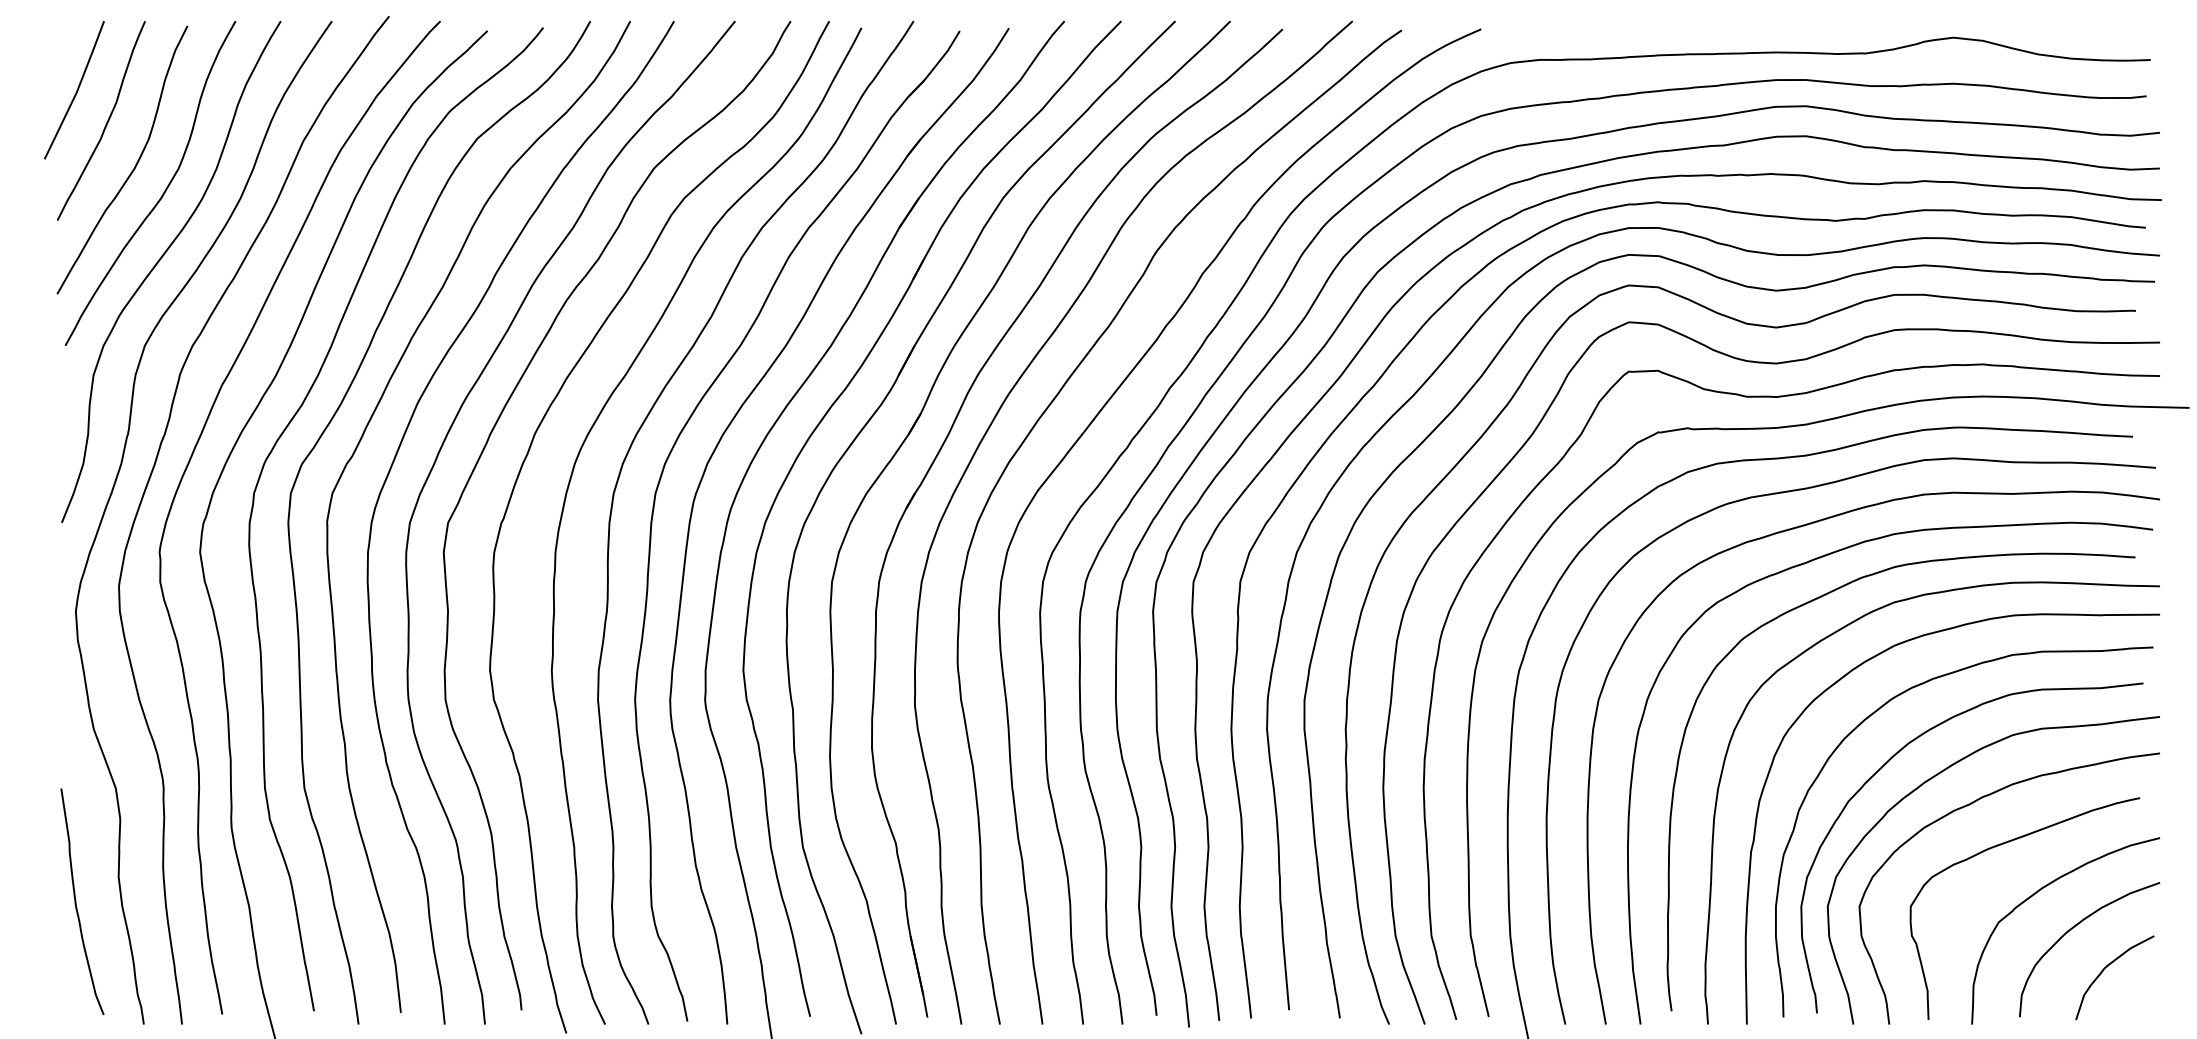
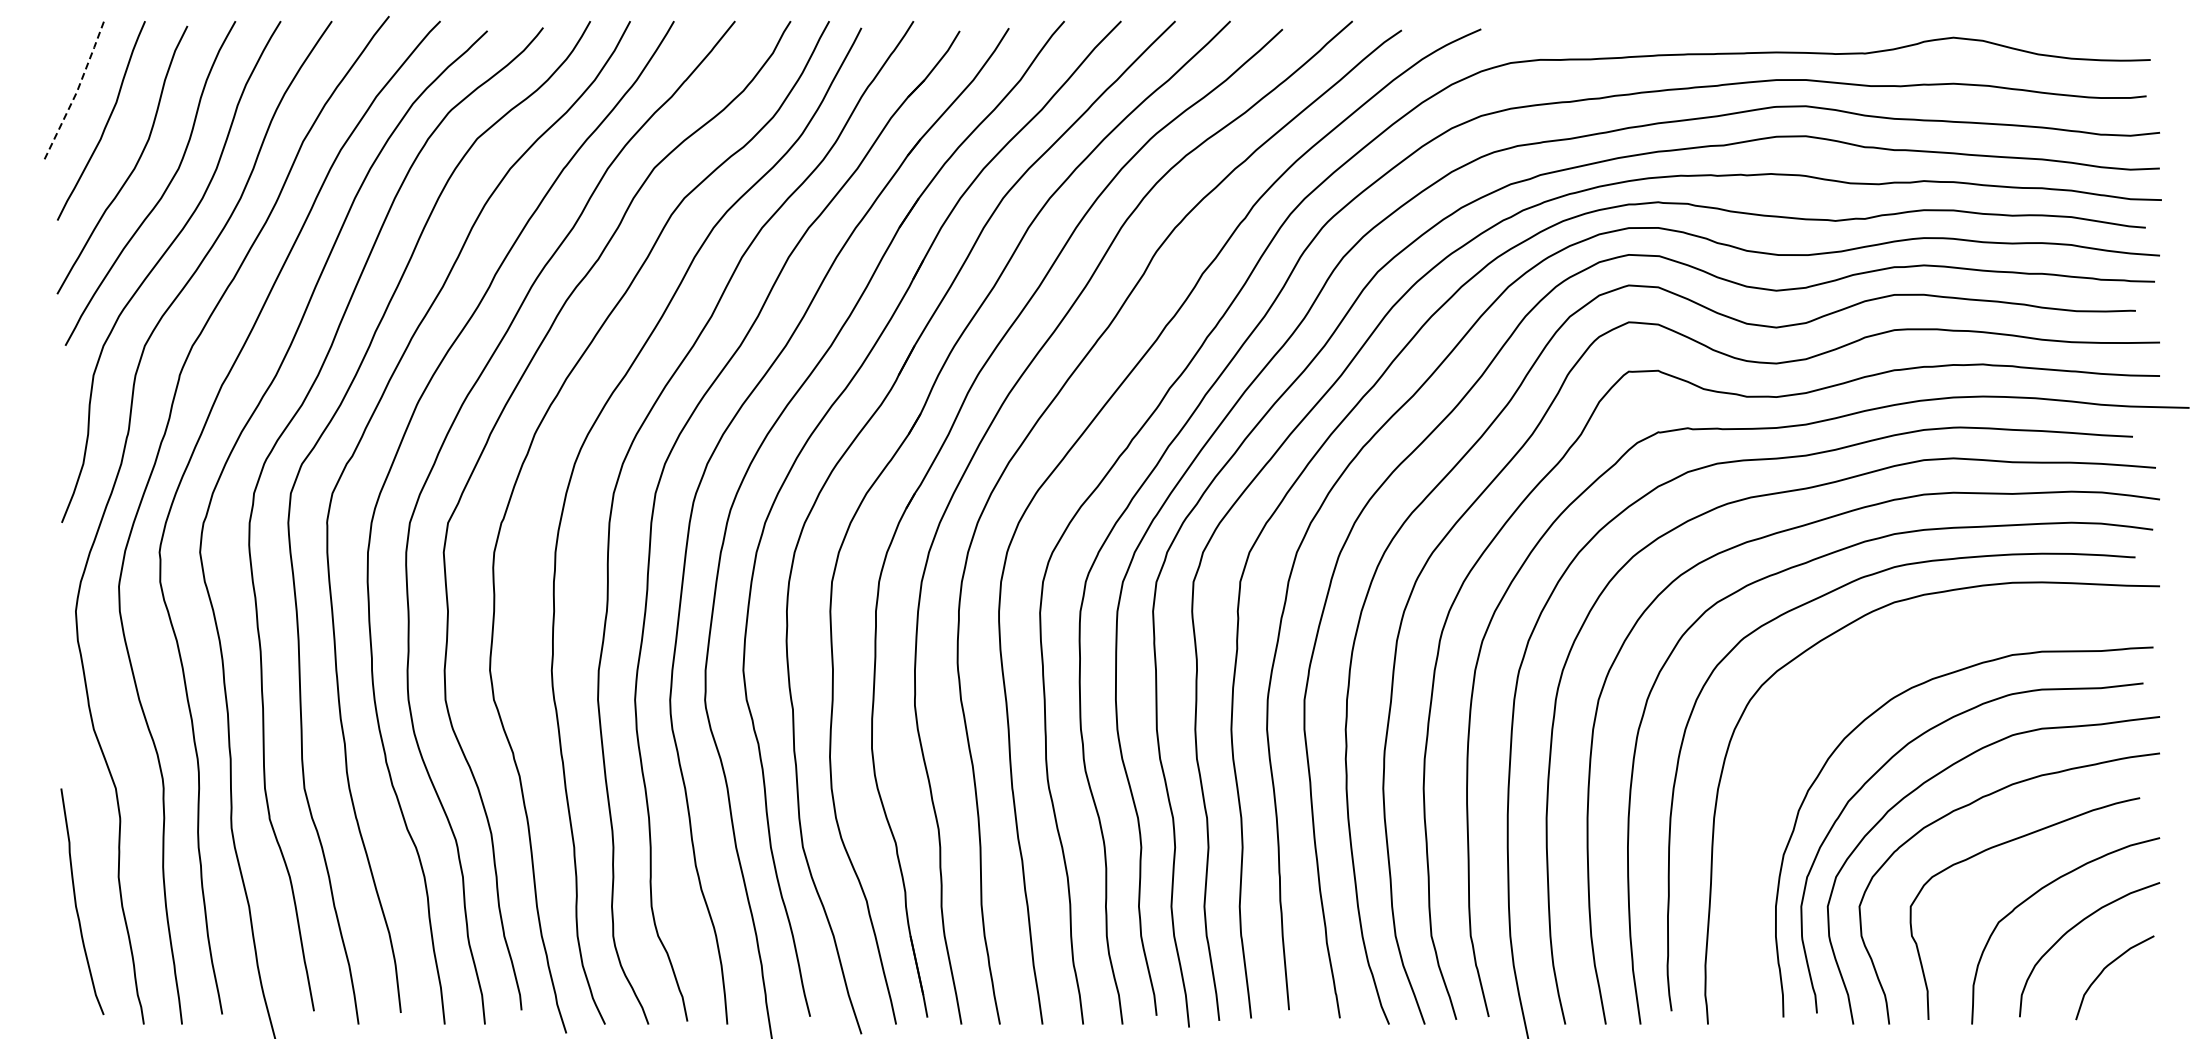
line at (77, 91): solid -> dashed
curve at (1839, 681): present -> none
